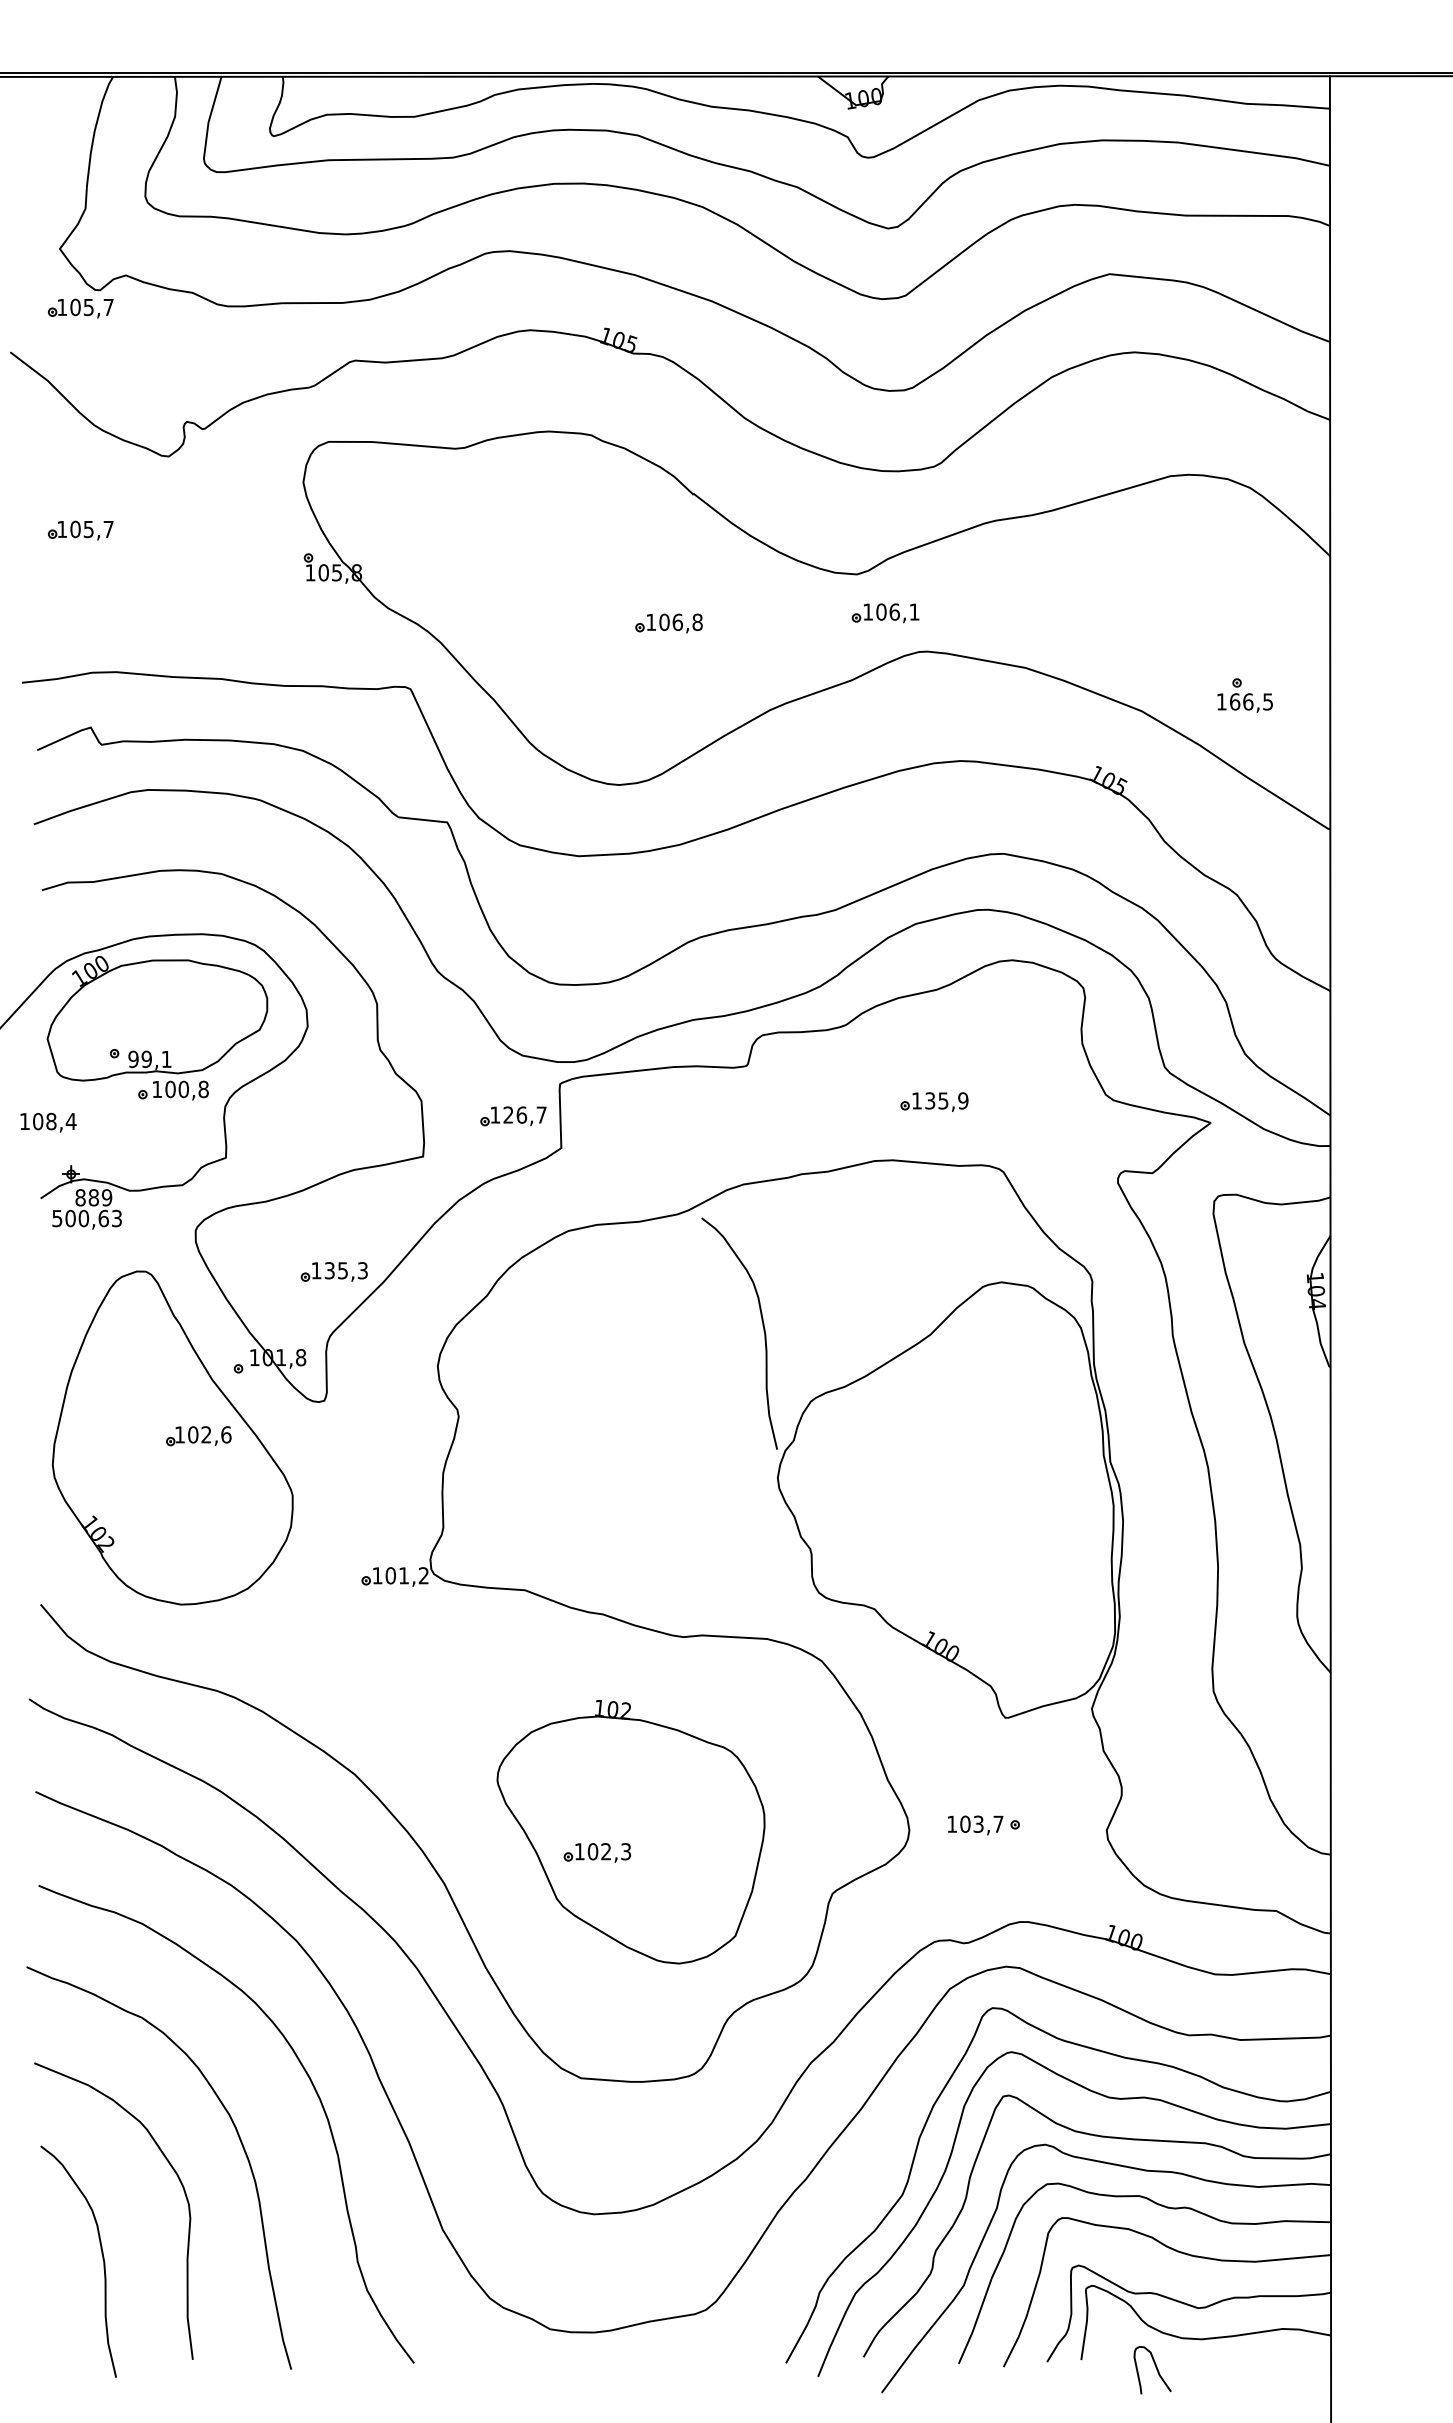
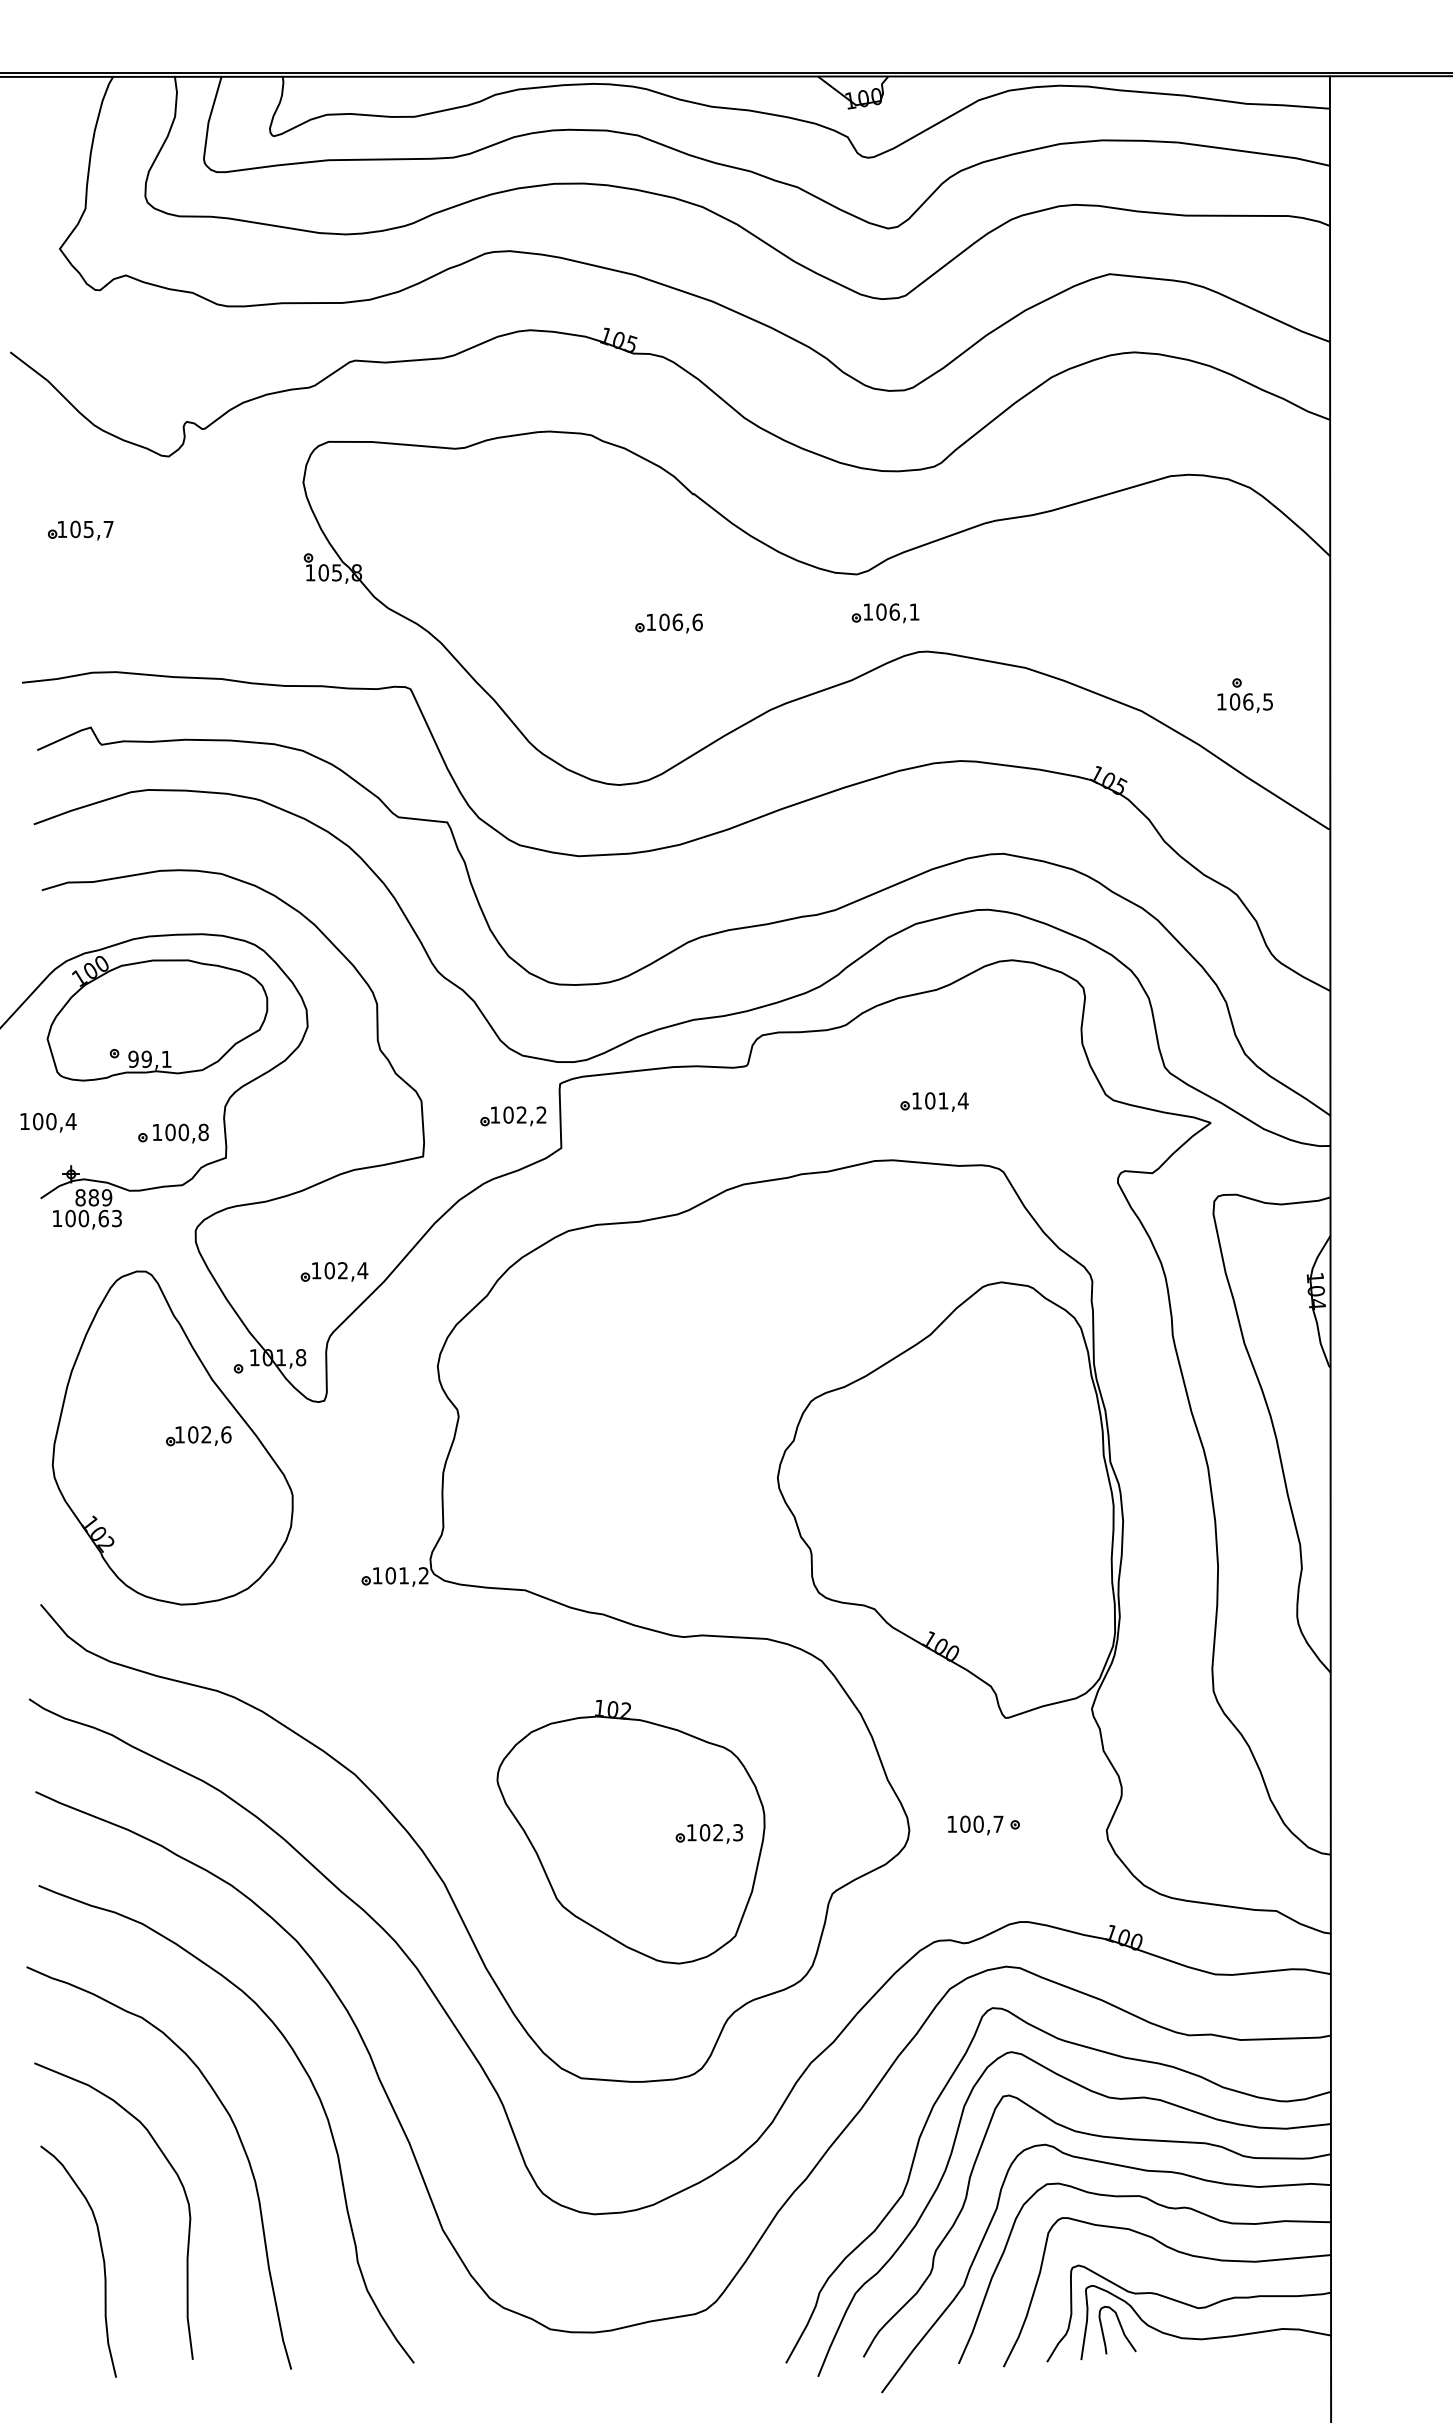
part at (80, 308): present -> none
text at (697, 621): 106,8 -> 106,6
text at (1235, 701): 166,5 -> 106,5
part at (173, 1090) position: (173, 1090) -> (173, 1133)
text at (946, 1100): 135,9 -> 101,4
text at (524, 1114): 126,7 -> 102,2
text at (51, 1121): 108,4 -> 100,4
text at (57, 1218): 500,63 -> 100,63
text at (346, 1270): 135,3 -> 102,4
curve at (762, 1326): present -> none
text at (978, 1823): 103,7 -> 100,7
part at (597, 1852) position: (597, 1852) -> (709, 1833)
curve at (1156, 2370) position: (1156, 2370) -> (1121, 2330)
